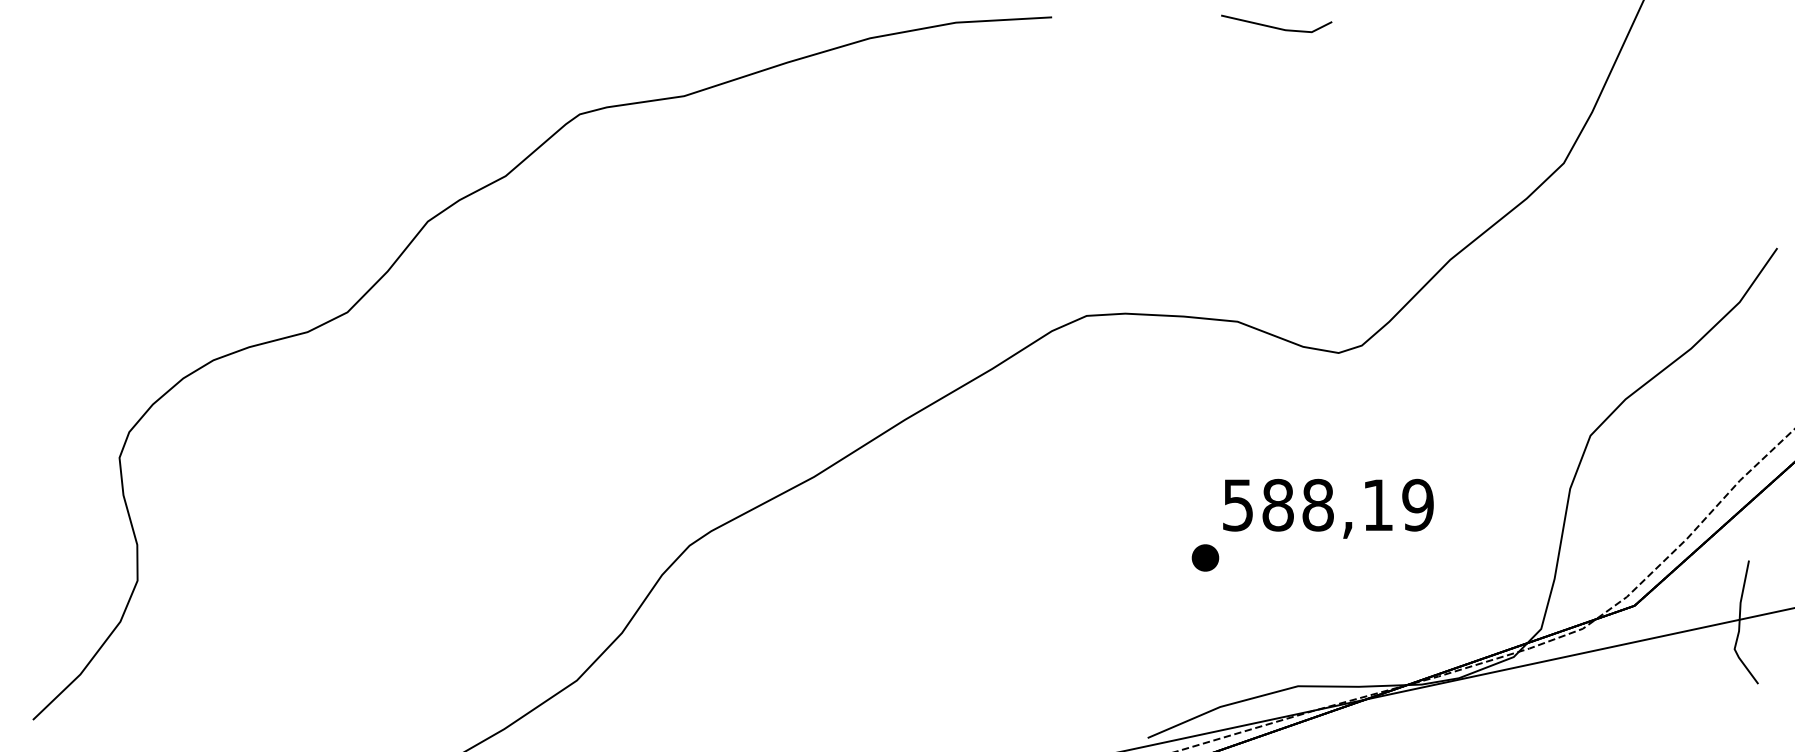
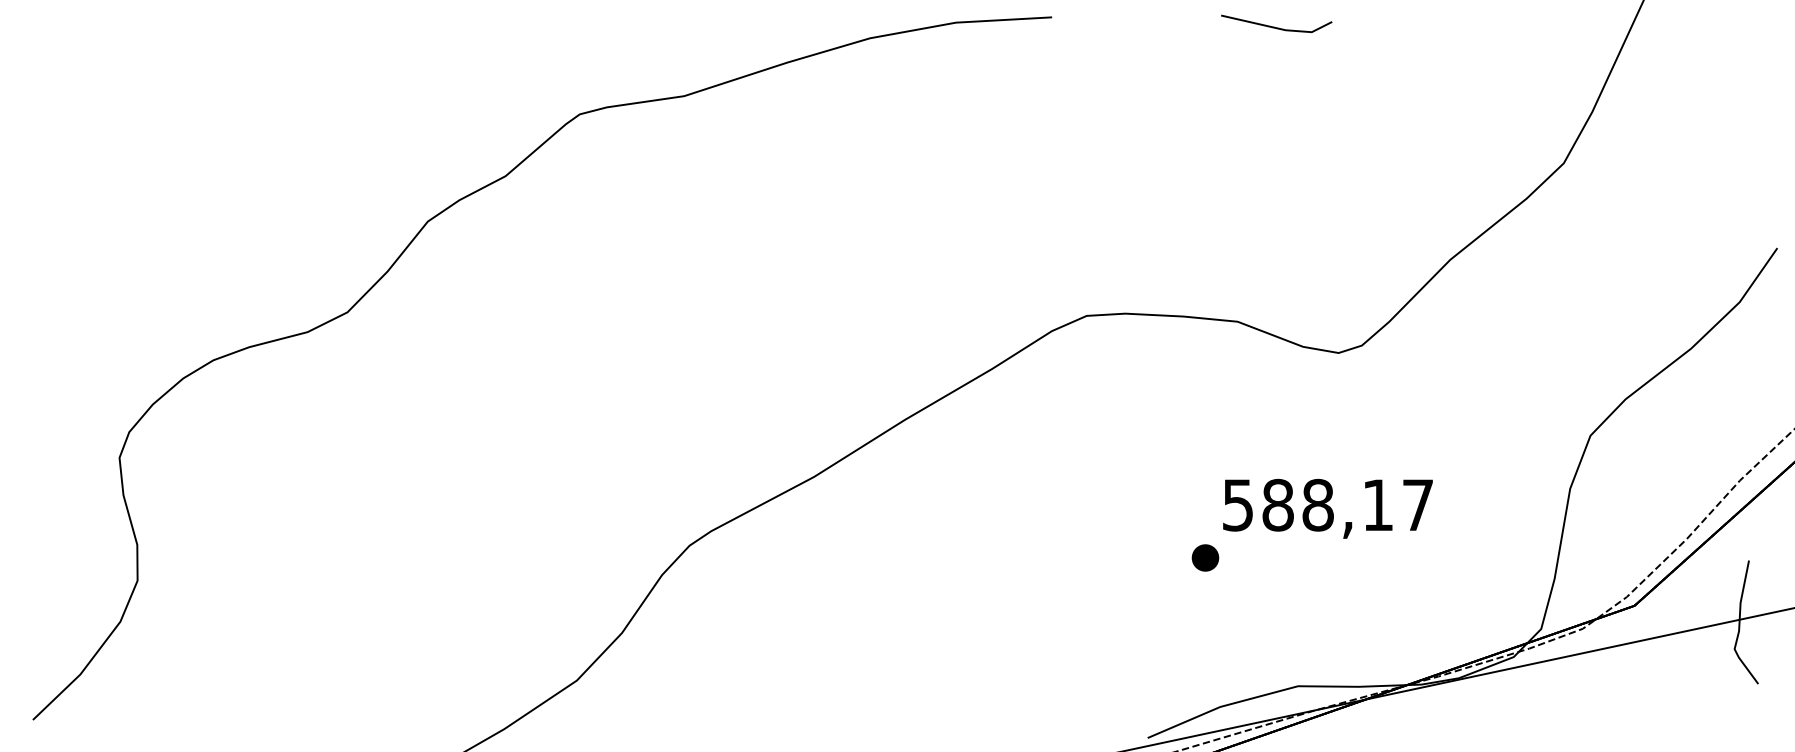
text at (1417, 504): 588,19 -> 588,17
